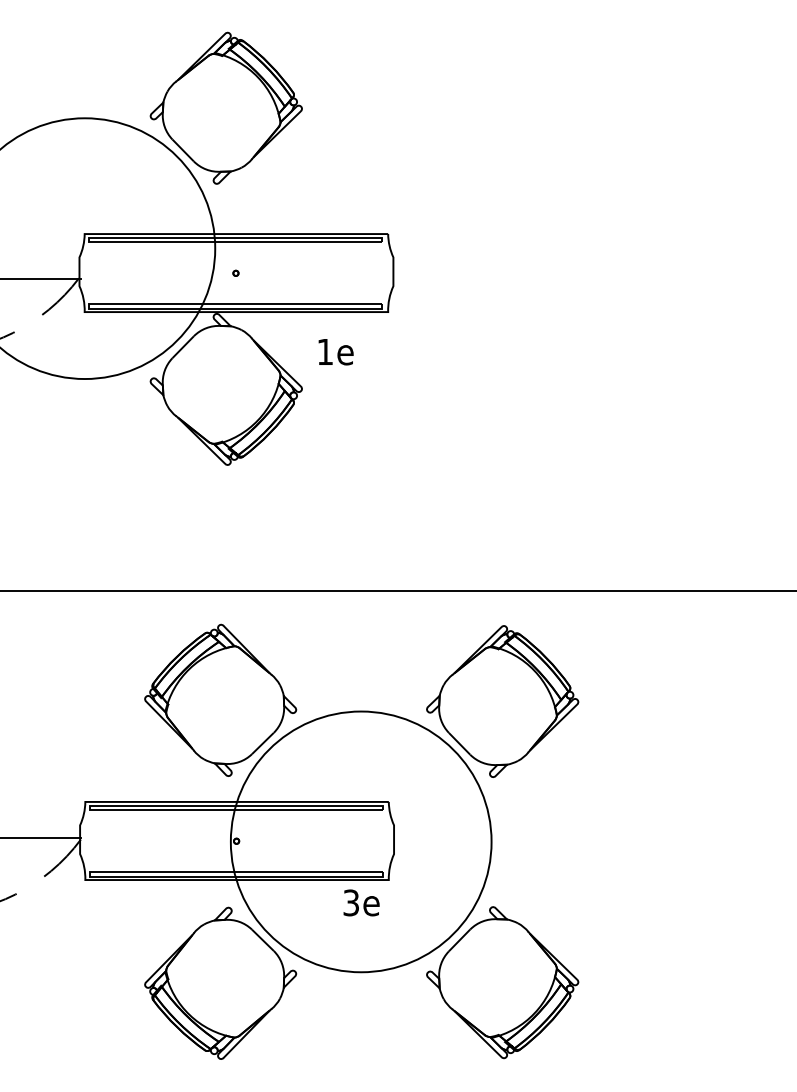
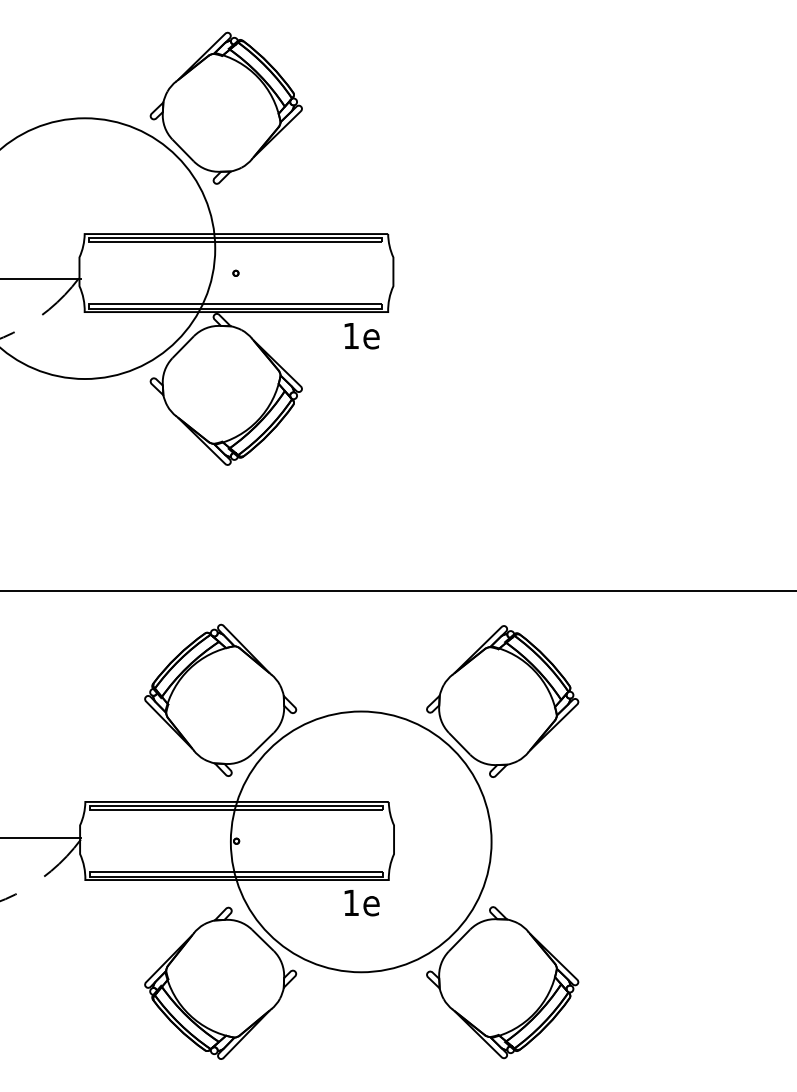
text at (335, 352) position: (335, 352) -> (361, 336)
text at (350, 902): 3e -> 1e
